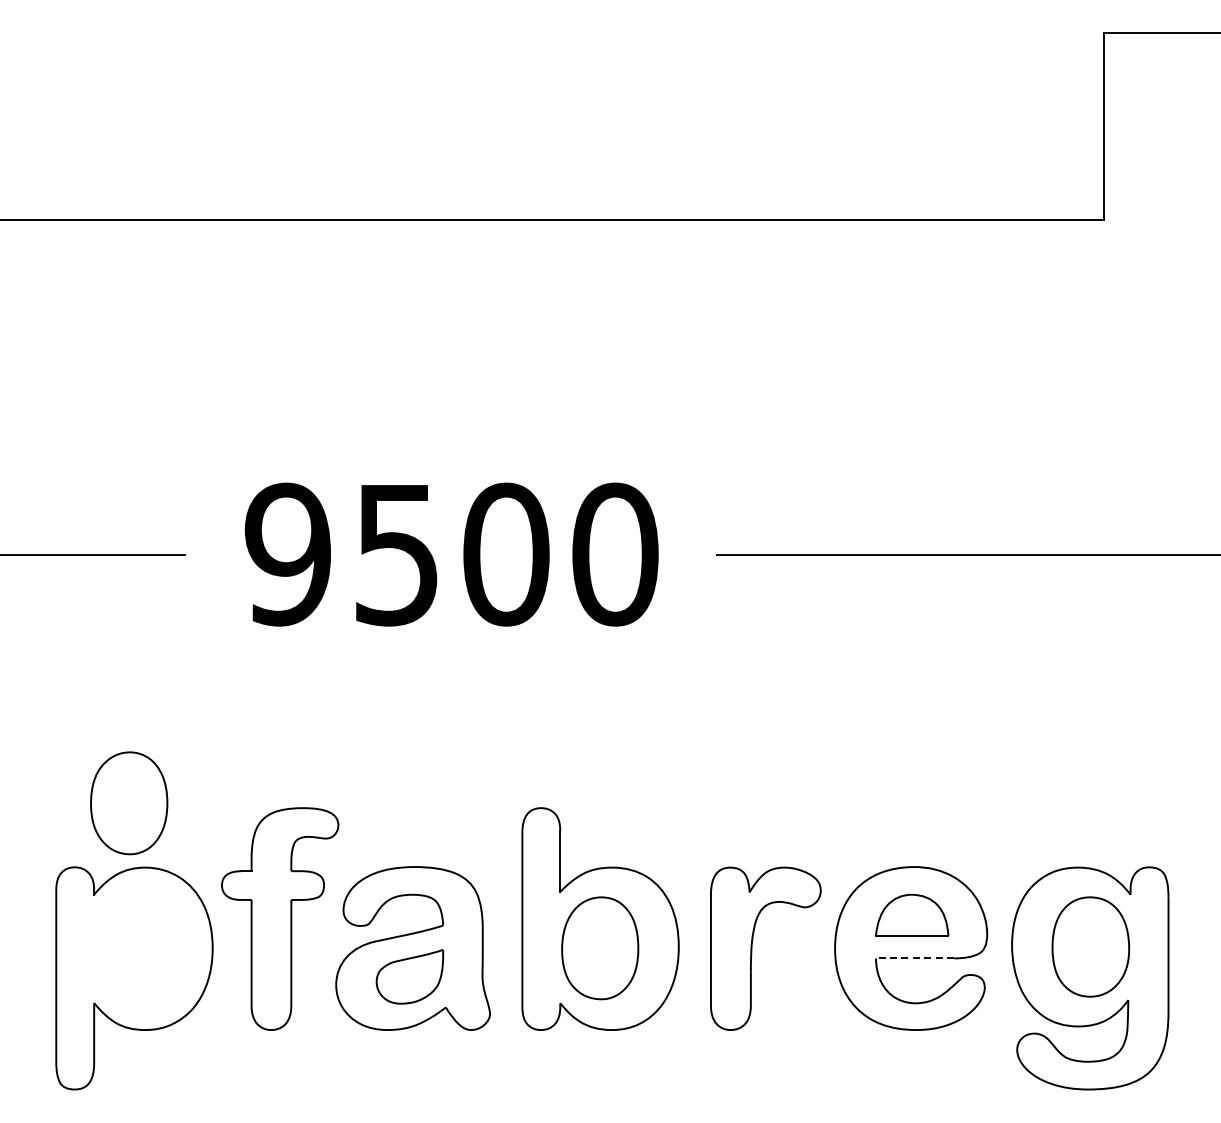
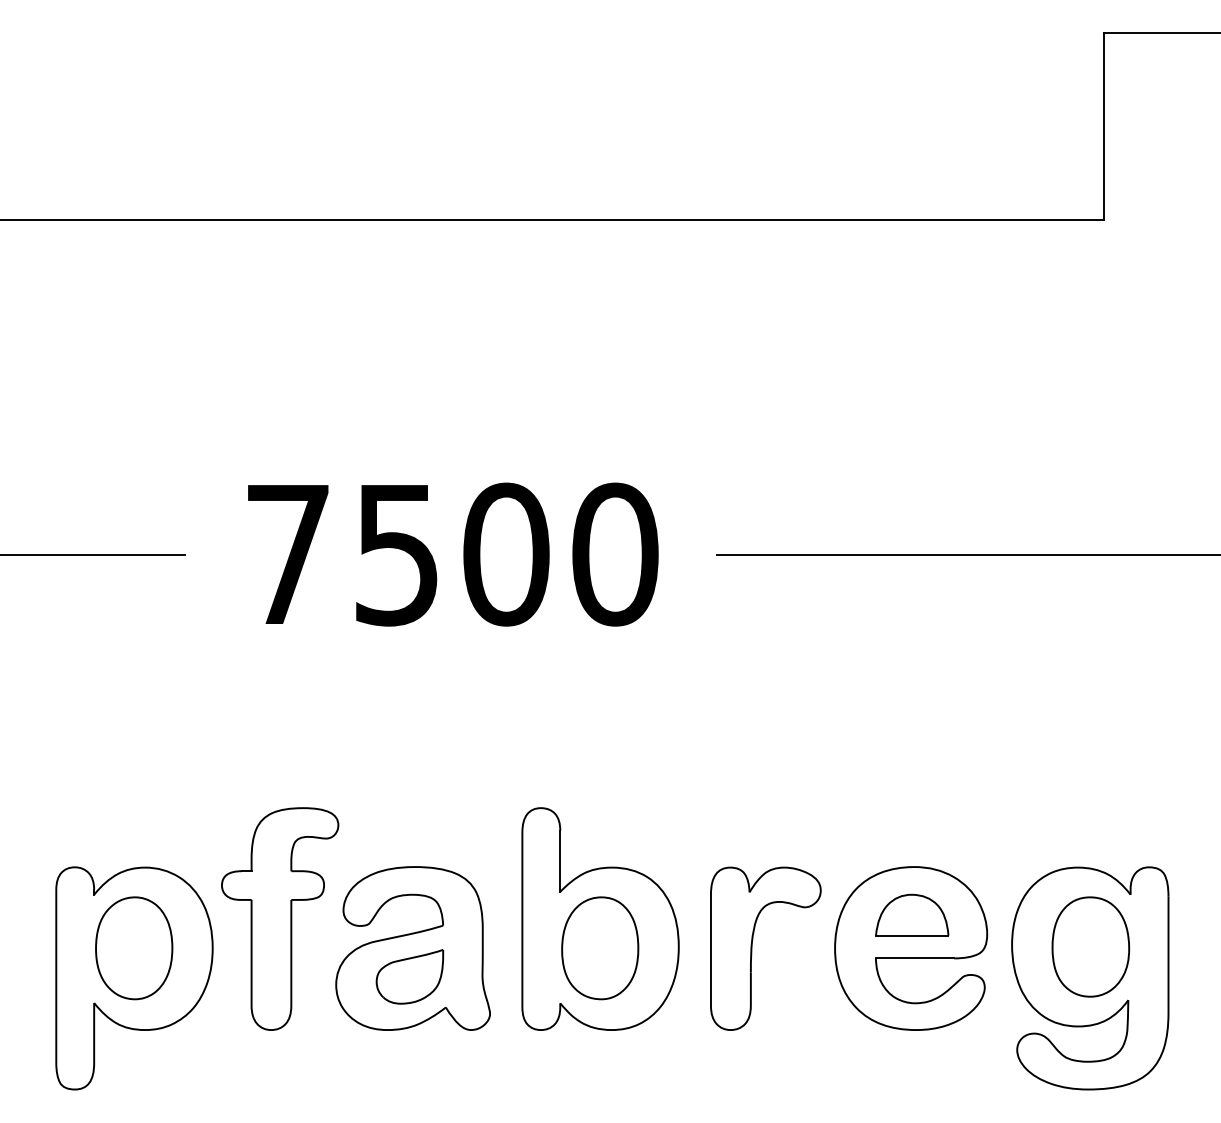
text at (287, 554): 9500 -> 7500
part at (129, 803) position: (129, 803) -> (134, 948)
line at (914, 958): dashed -> solid
